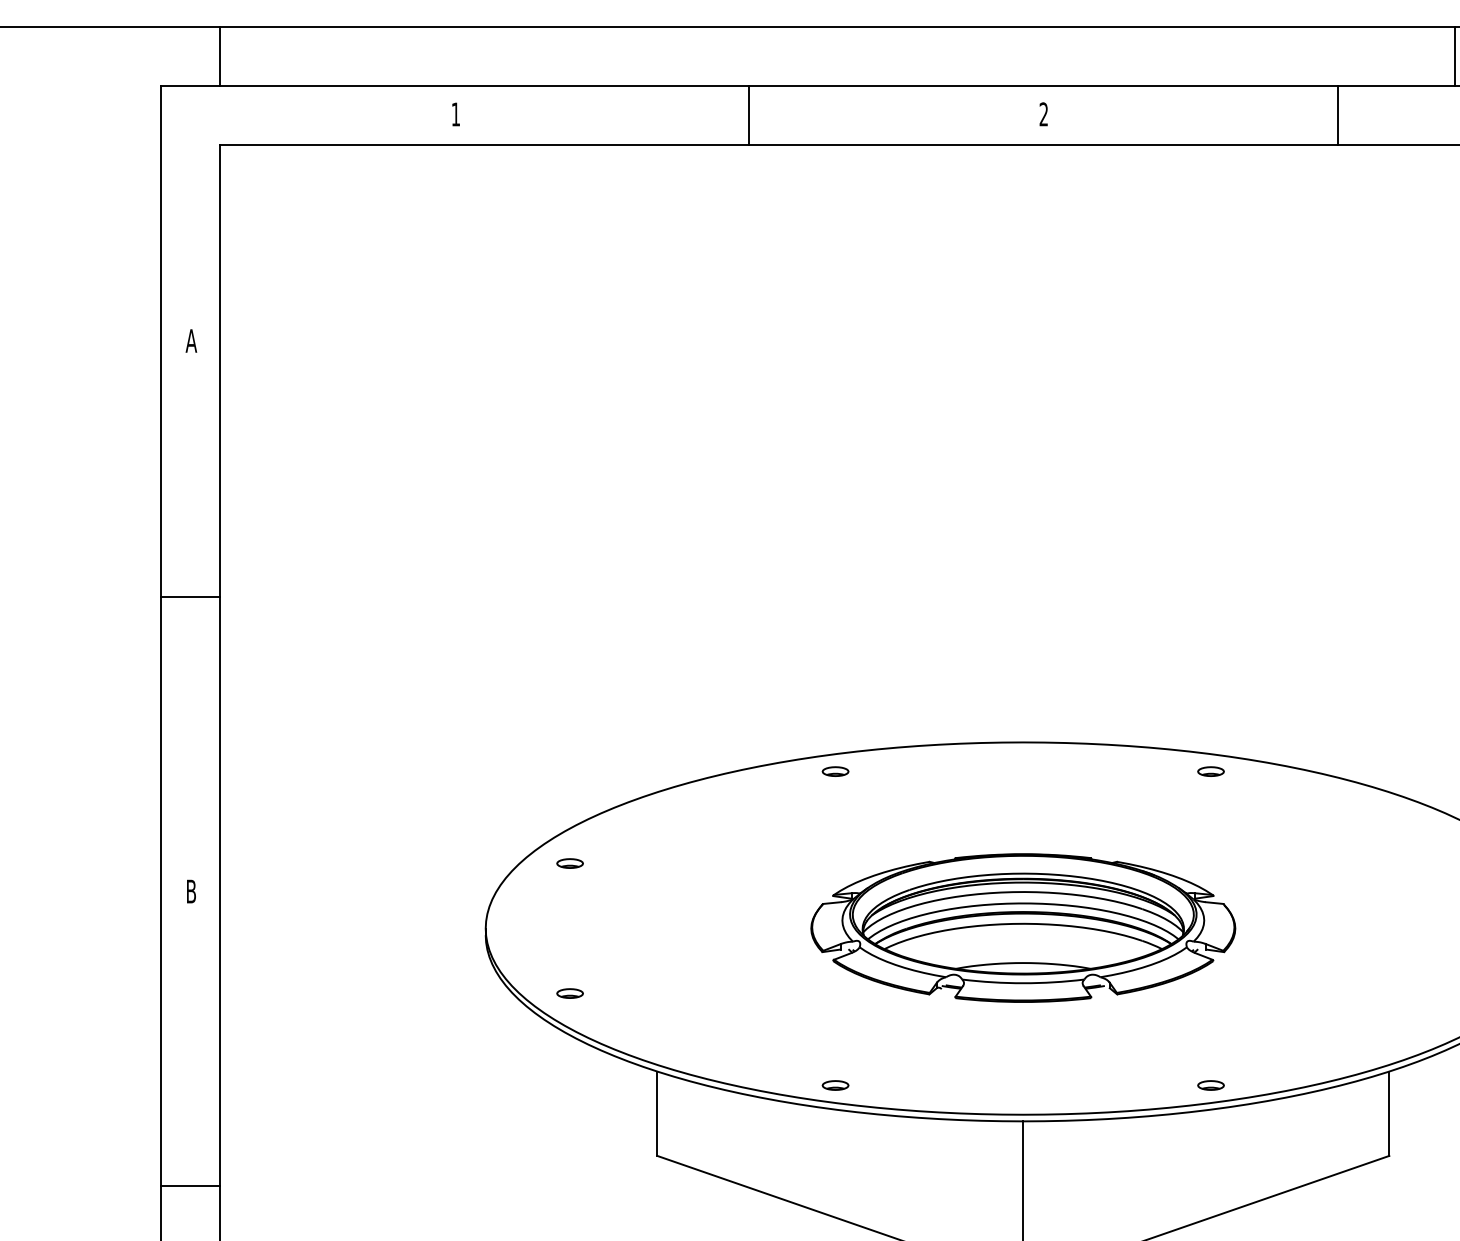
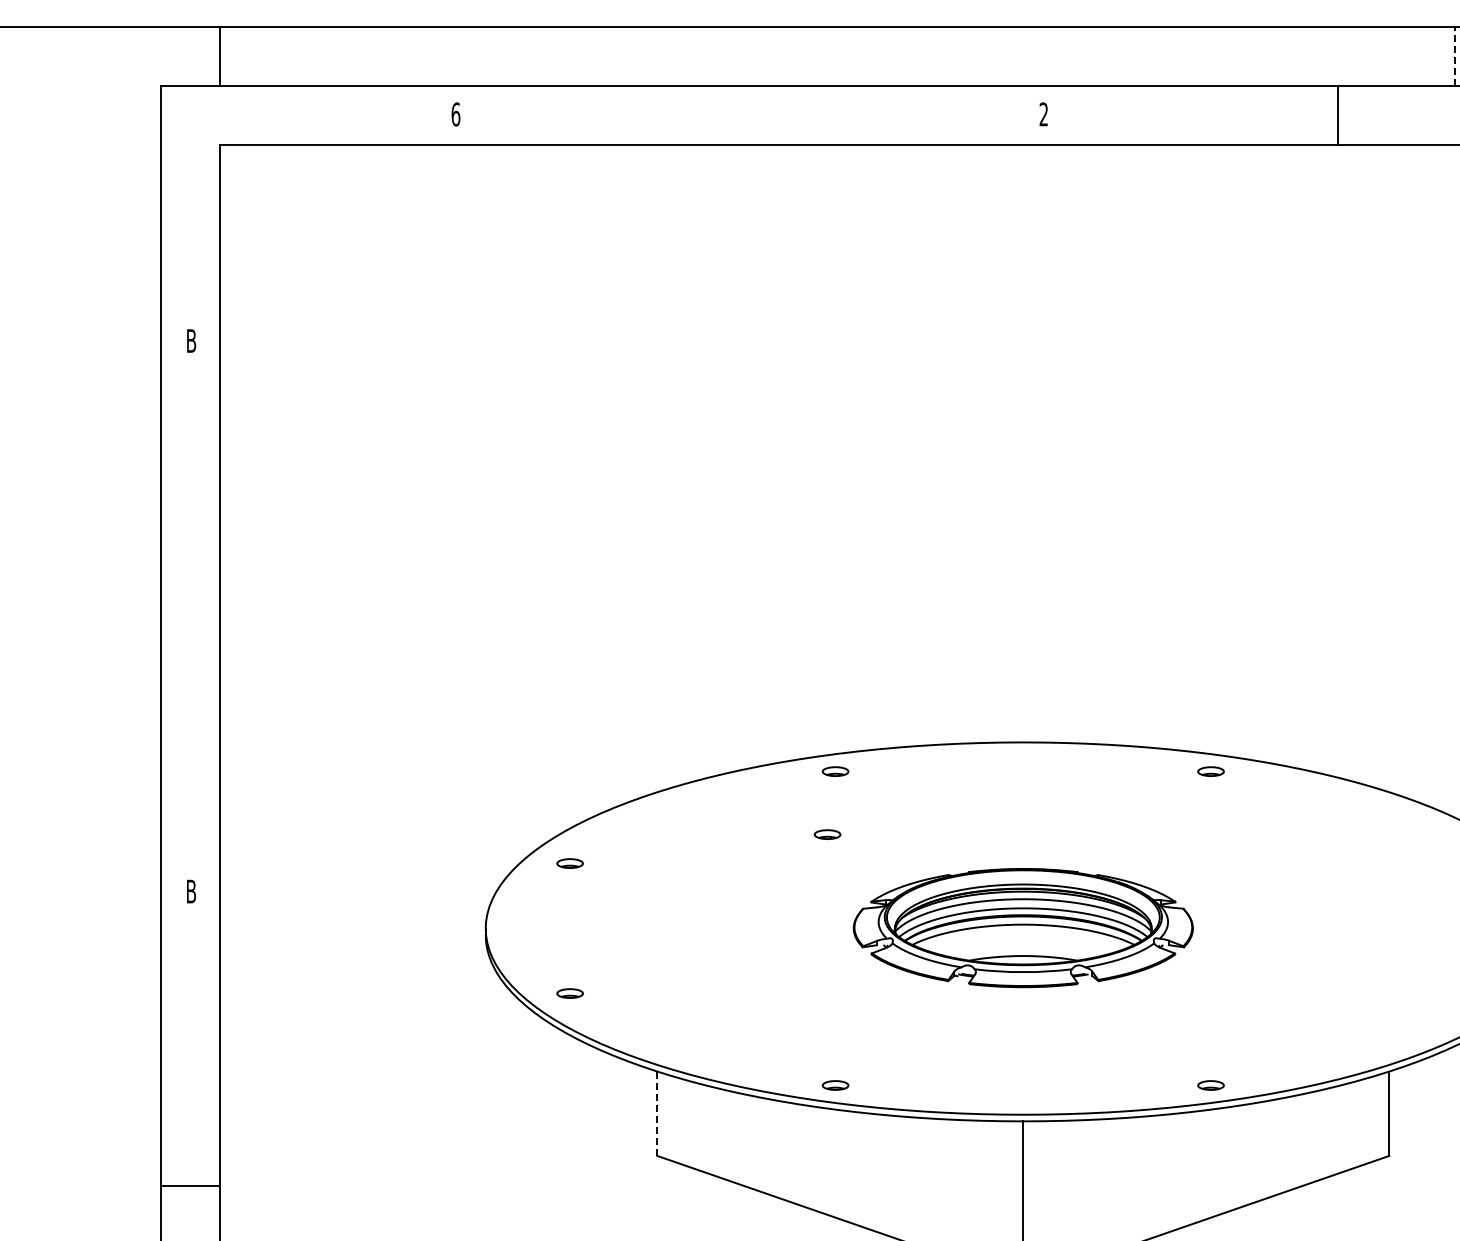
line at (1455, 55): solid -> dashed
text at (455, 114): 1 -> 6
line at (749, 114): present -> none
text at (191, 340): A -> B
line at (190, 597): present -> none
part at (827, 834): none -> present
part at (1023, 927) size: 427x150 px -> 342x121 px
line at (657, 1113): solid -> dashed
